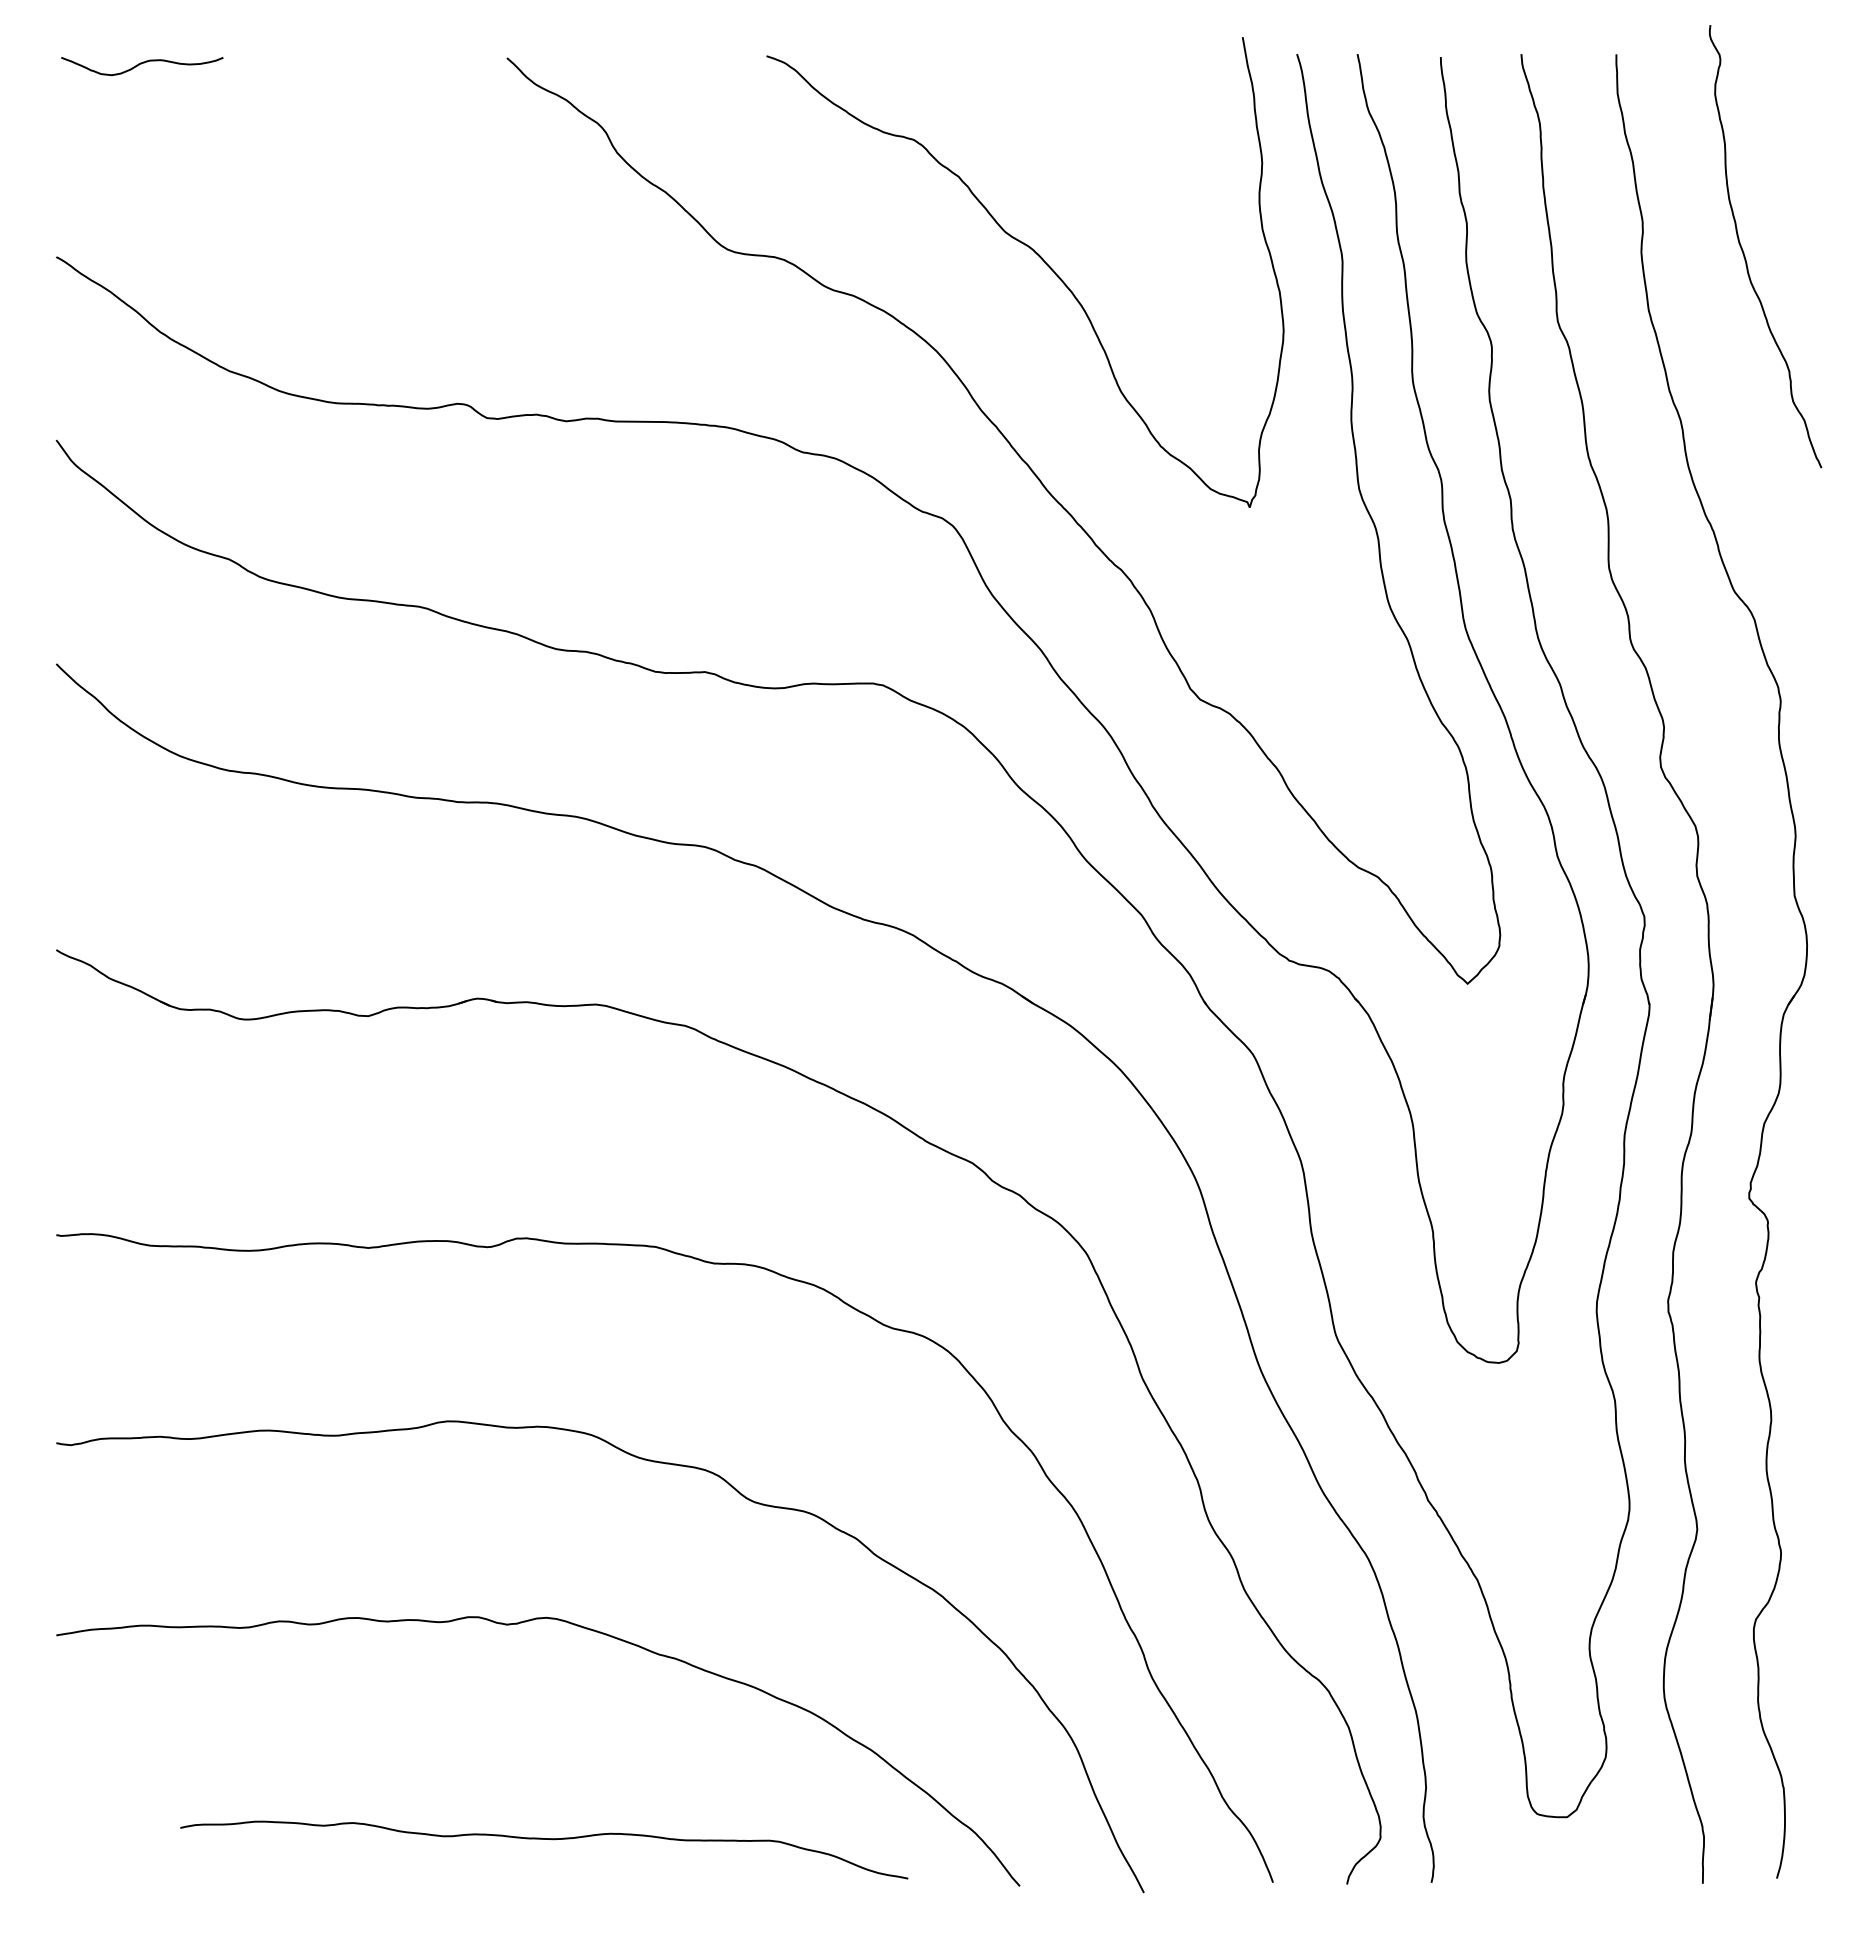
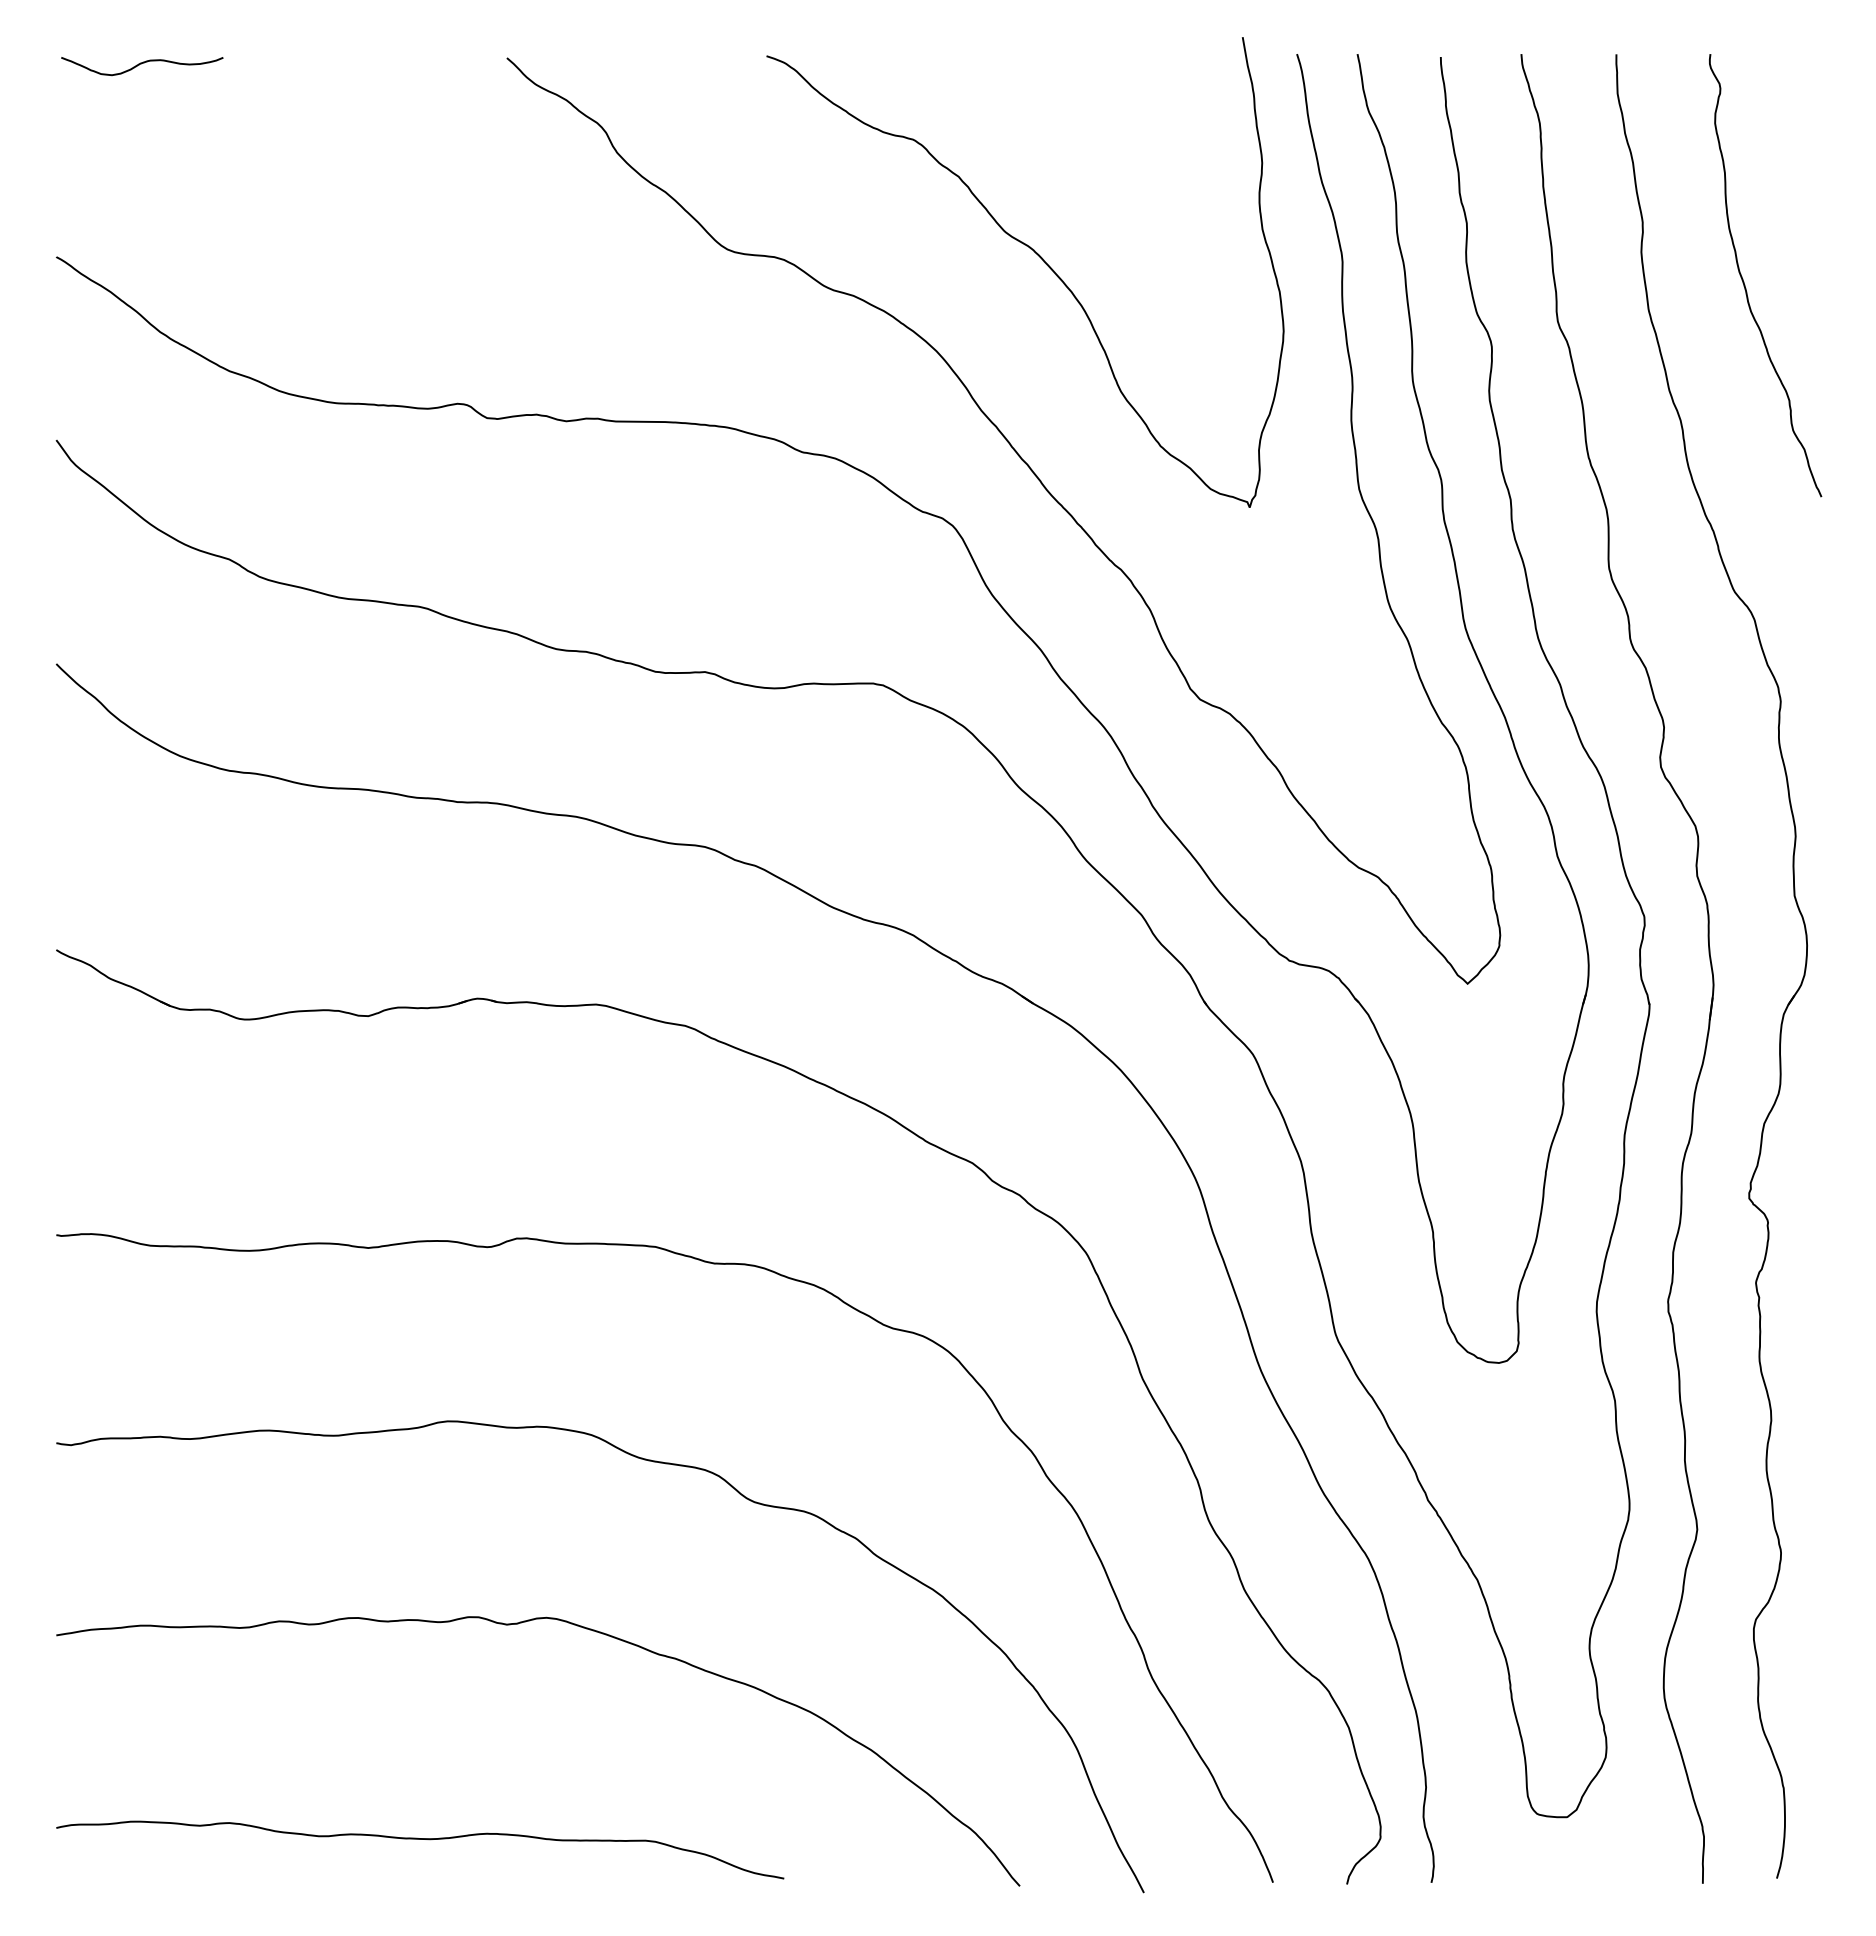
curve at (1744, 252) position: (1744, 252) -> (1744, 281)
curve at (544, 1839) position: (544, 1839) -> (420, 1839)
